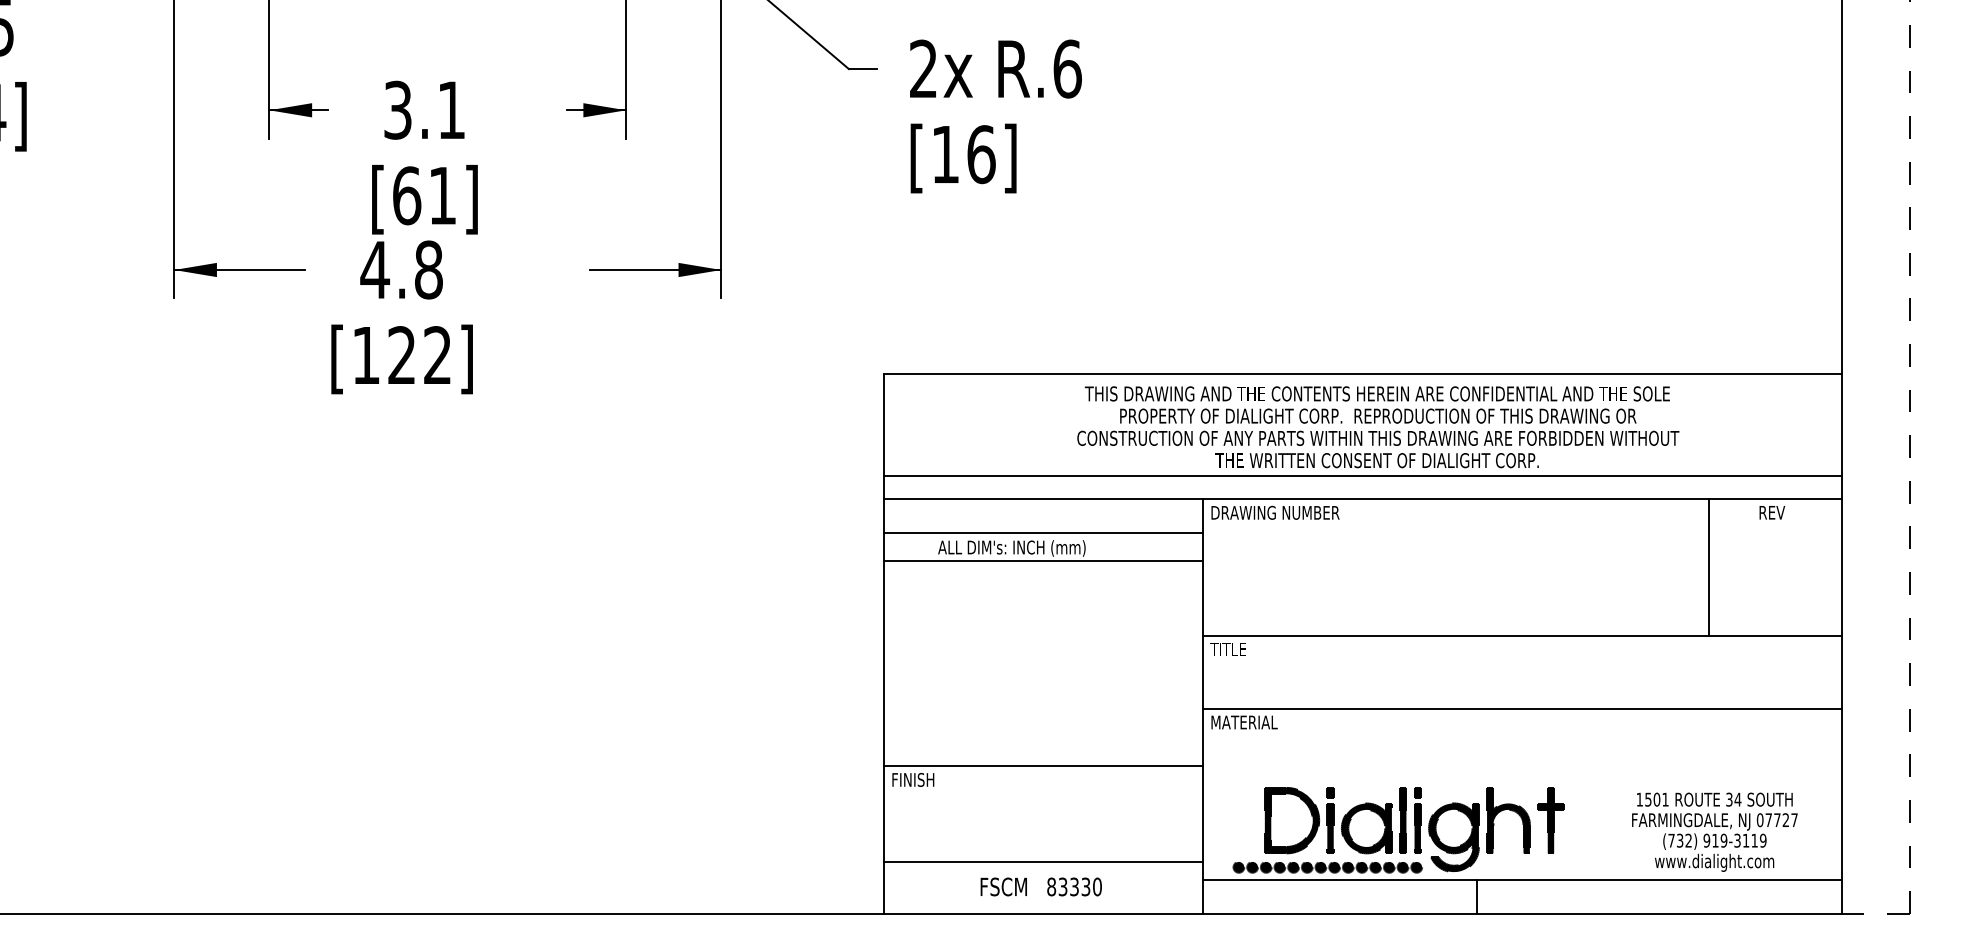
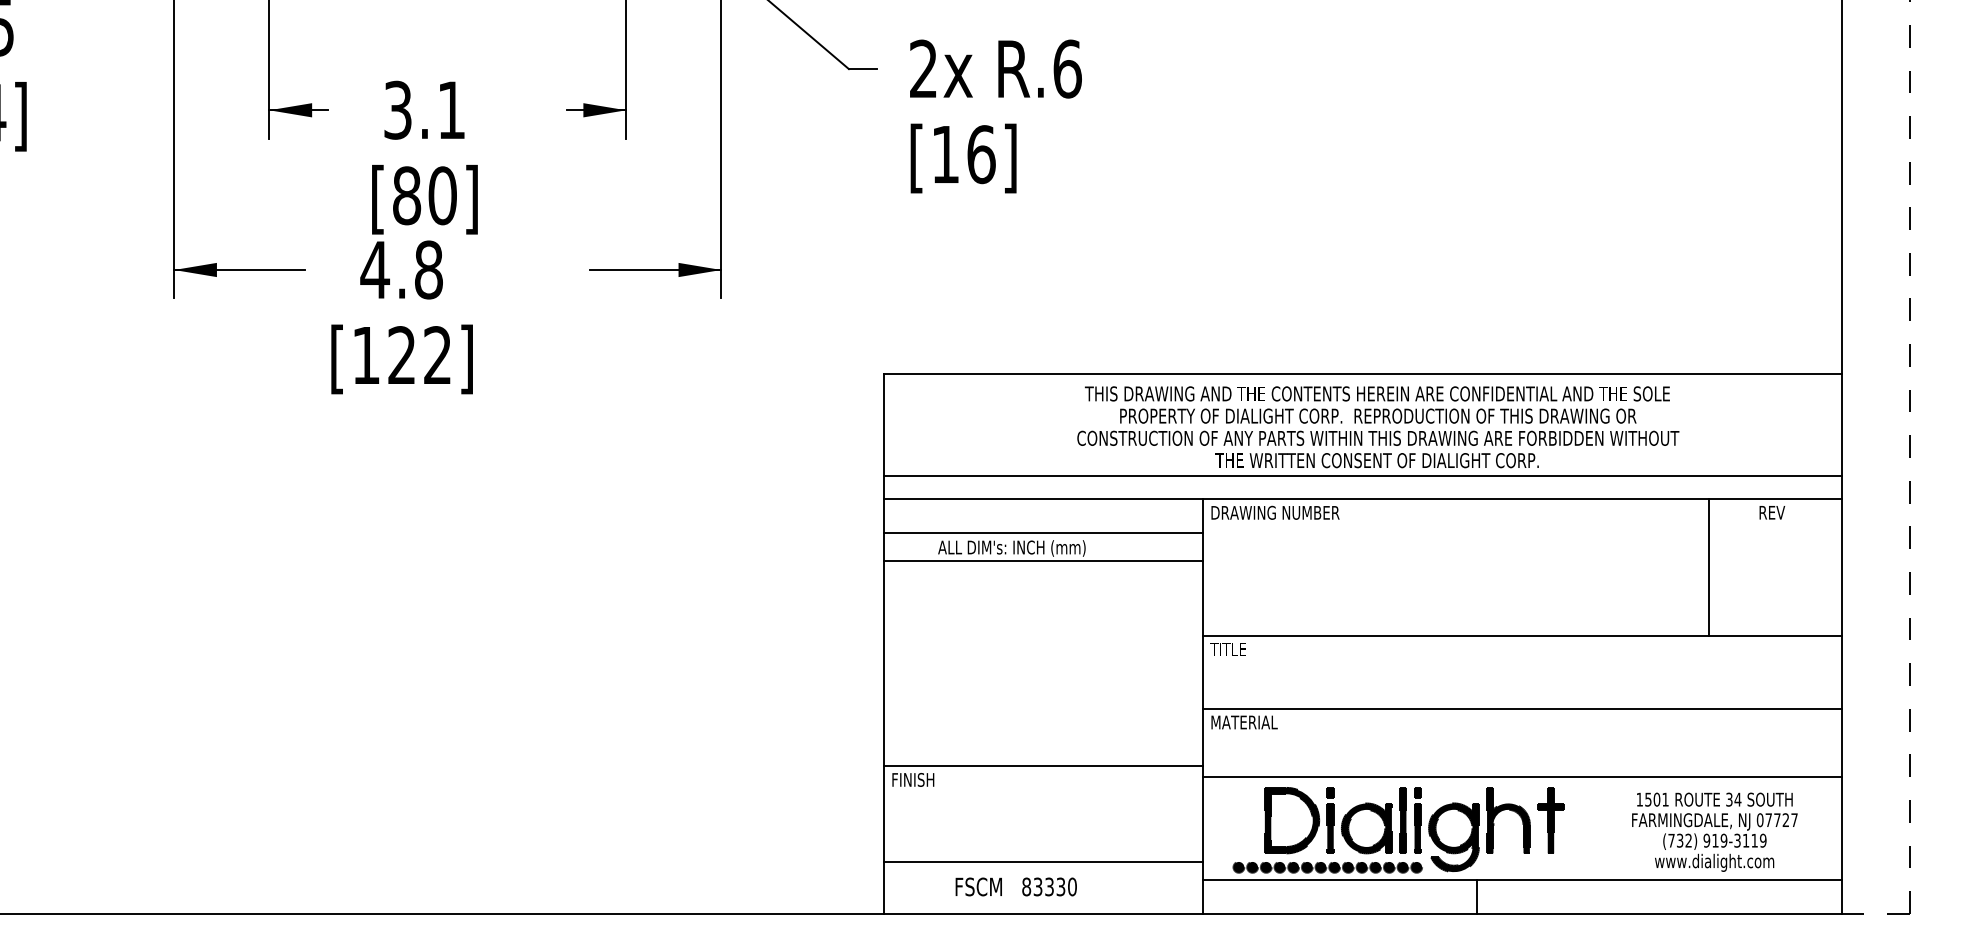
text at (424, 195): [61] -> [80]
line at (1522, 777): none -> present
text at (1040, 886) position: (1040, 886) -> (1015, 886)
